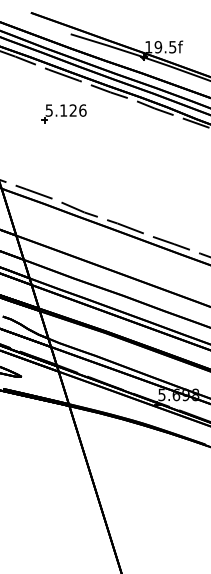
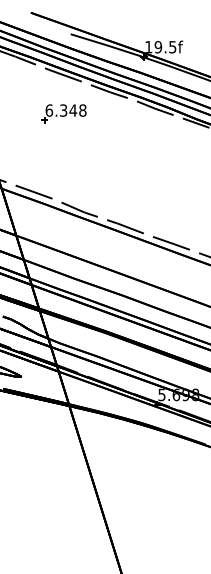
text at (65, 110): 5.126 -> 6.348
